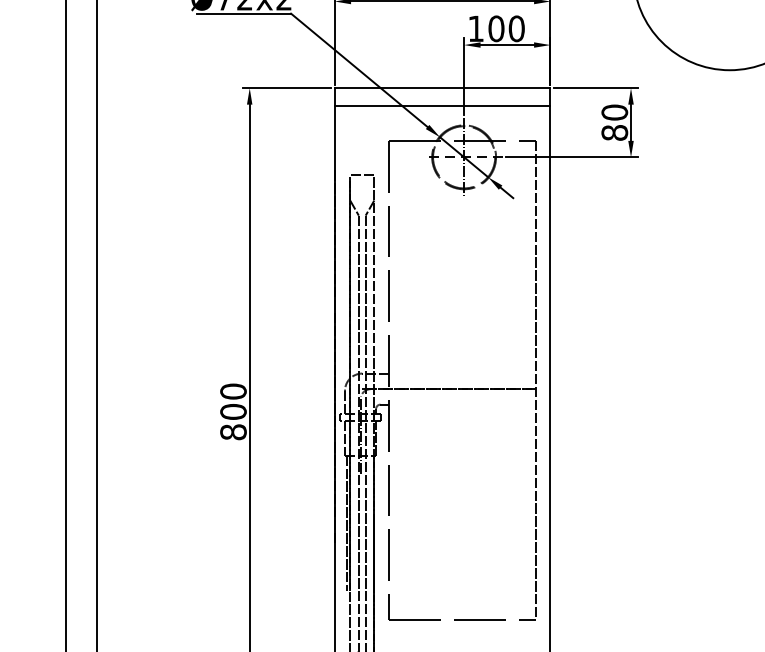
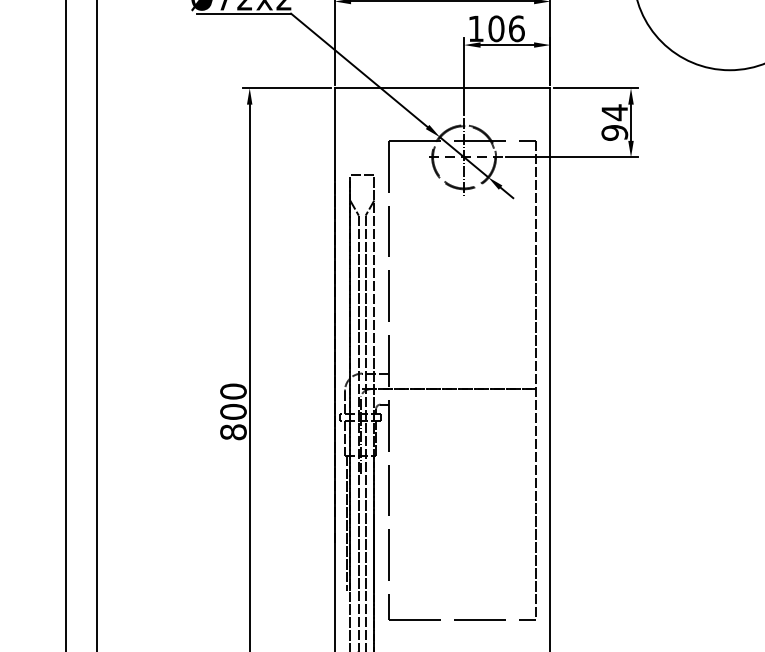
text at (516, 28): 100 -> 106
line at (442, 105): present -> none
text at (614, 122): 80 -> 94
